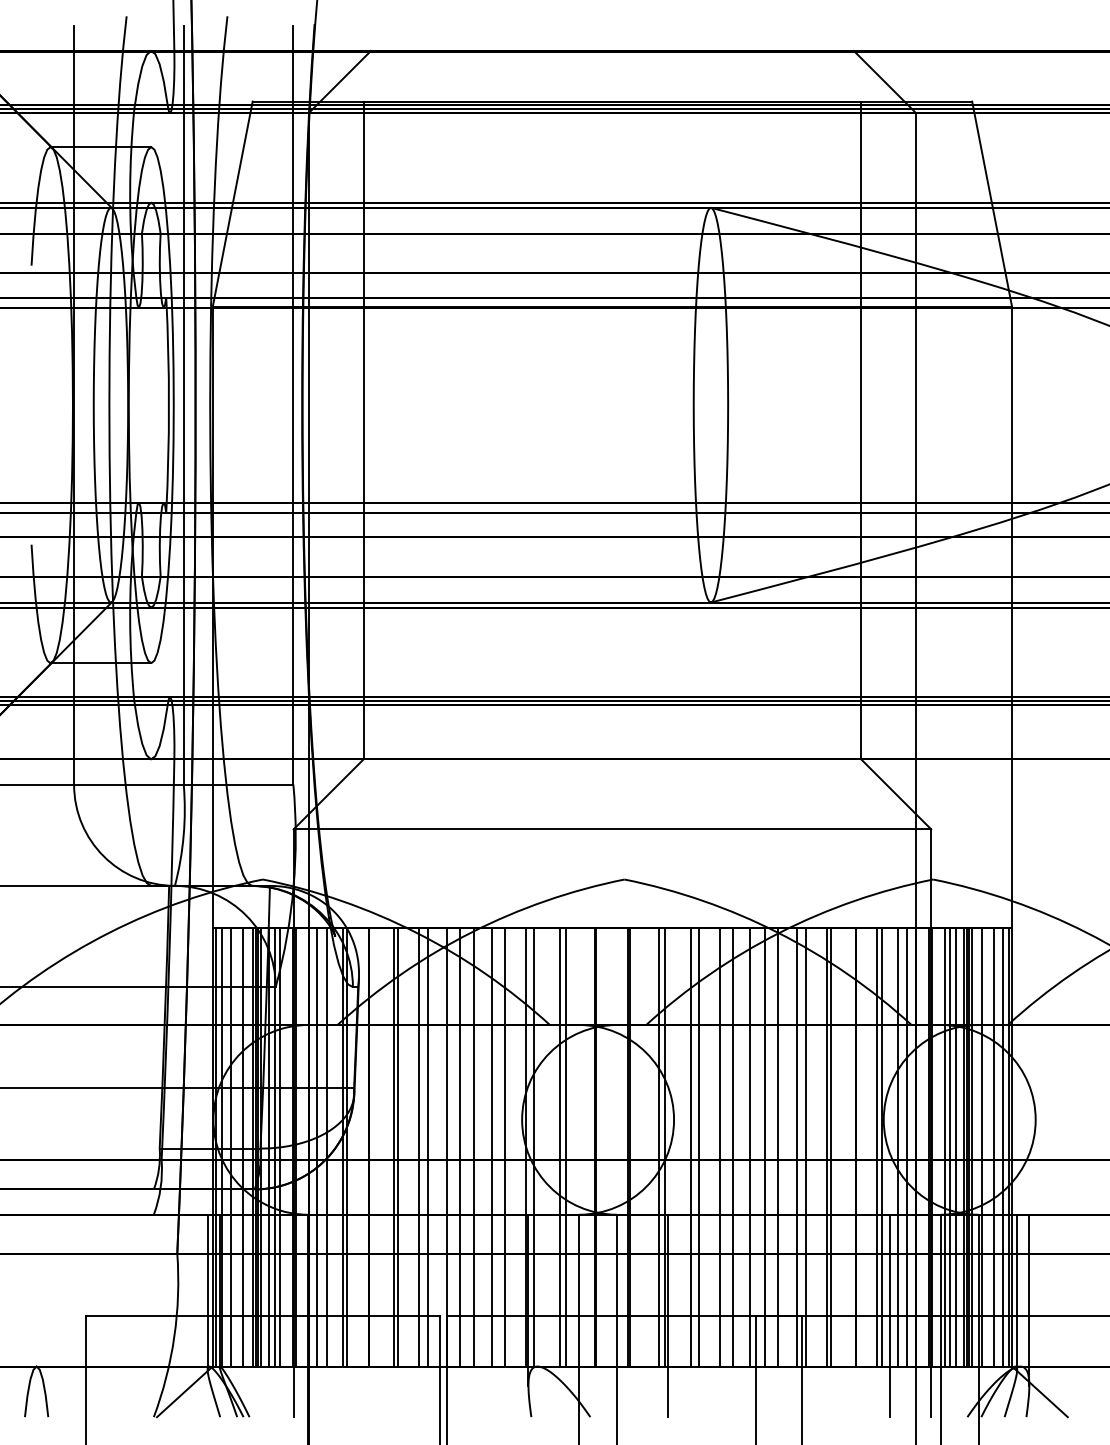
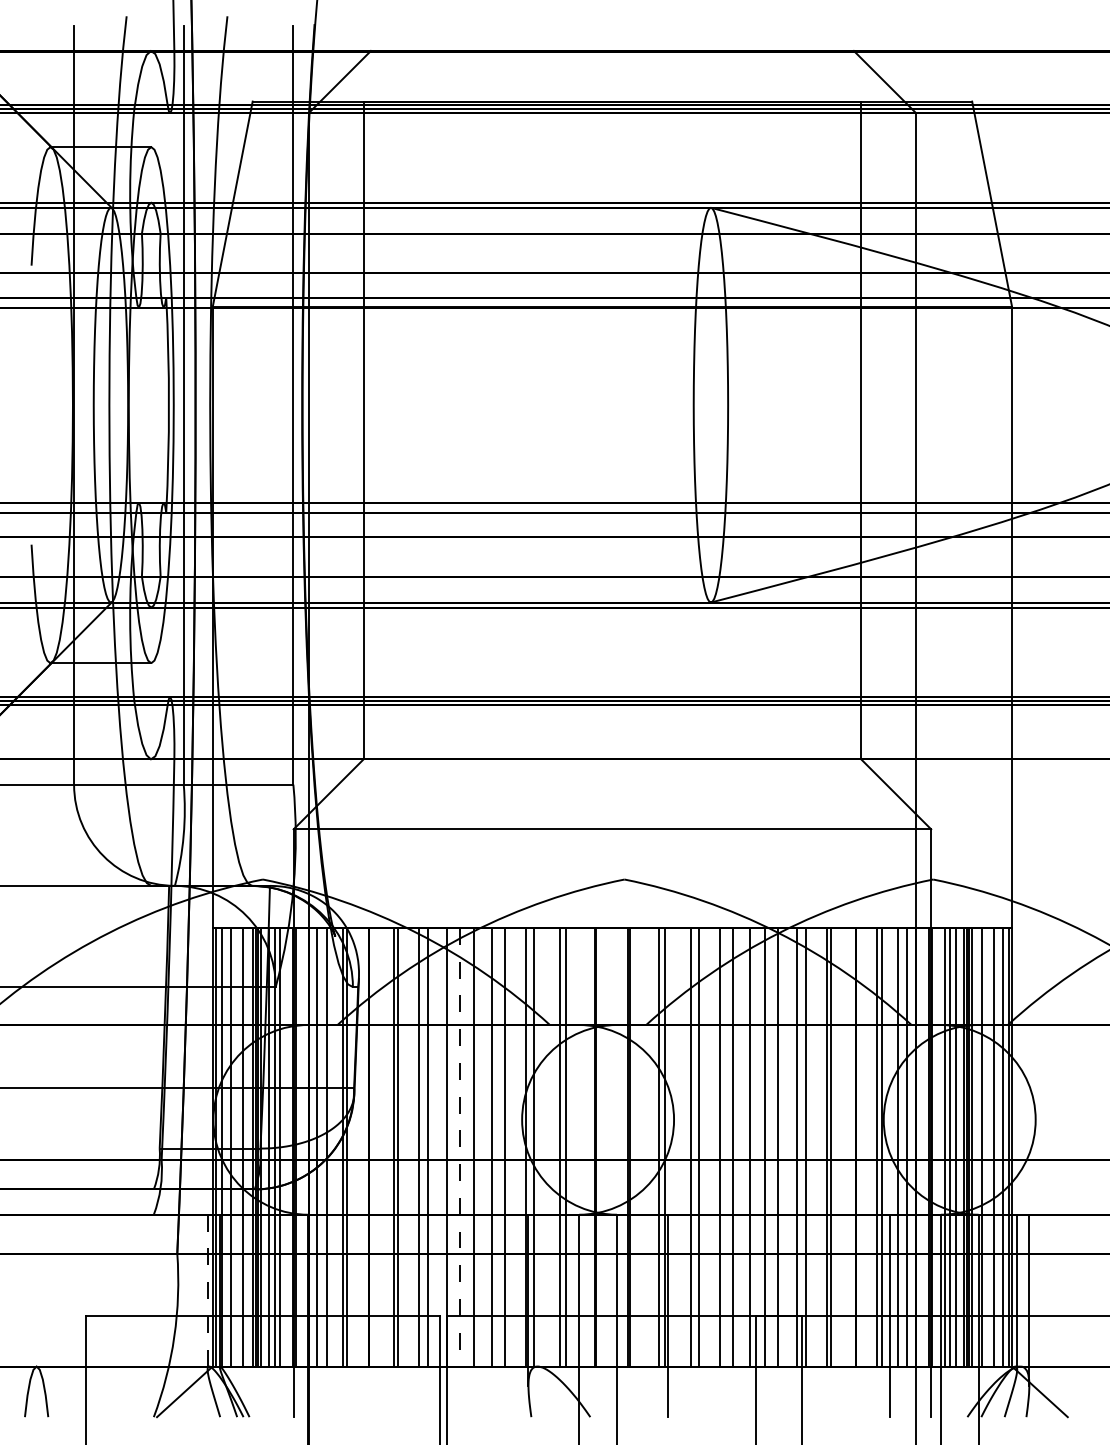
line at (459, 1147): solid -> dashed
line at (207, 1292): solid -> dashed
